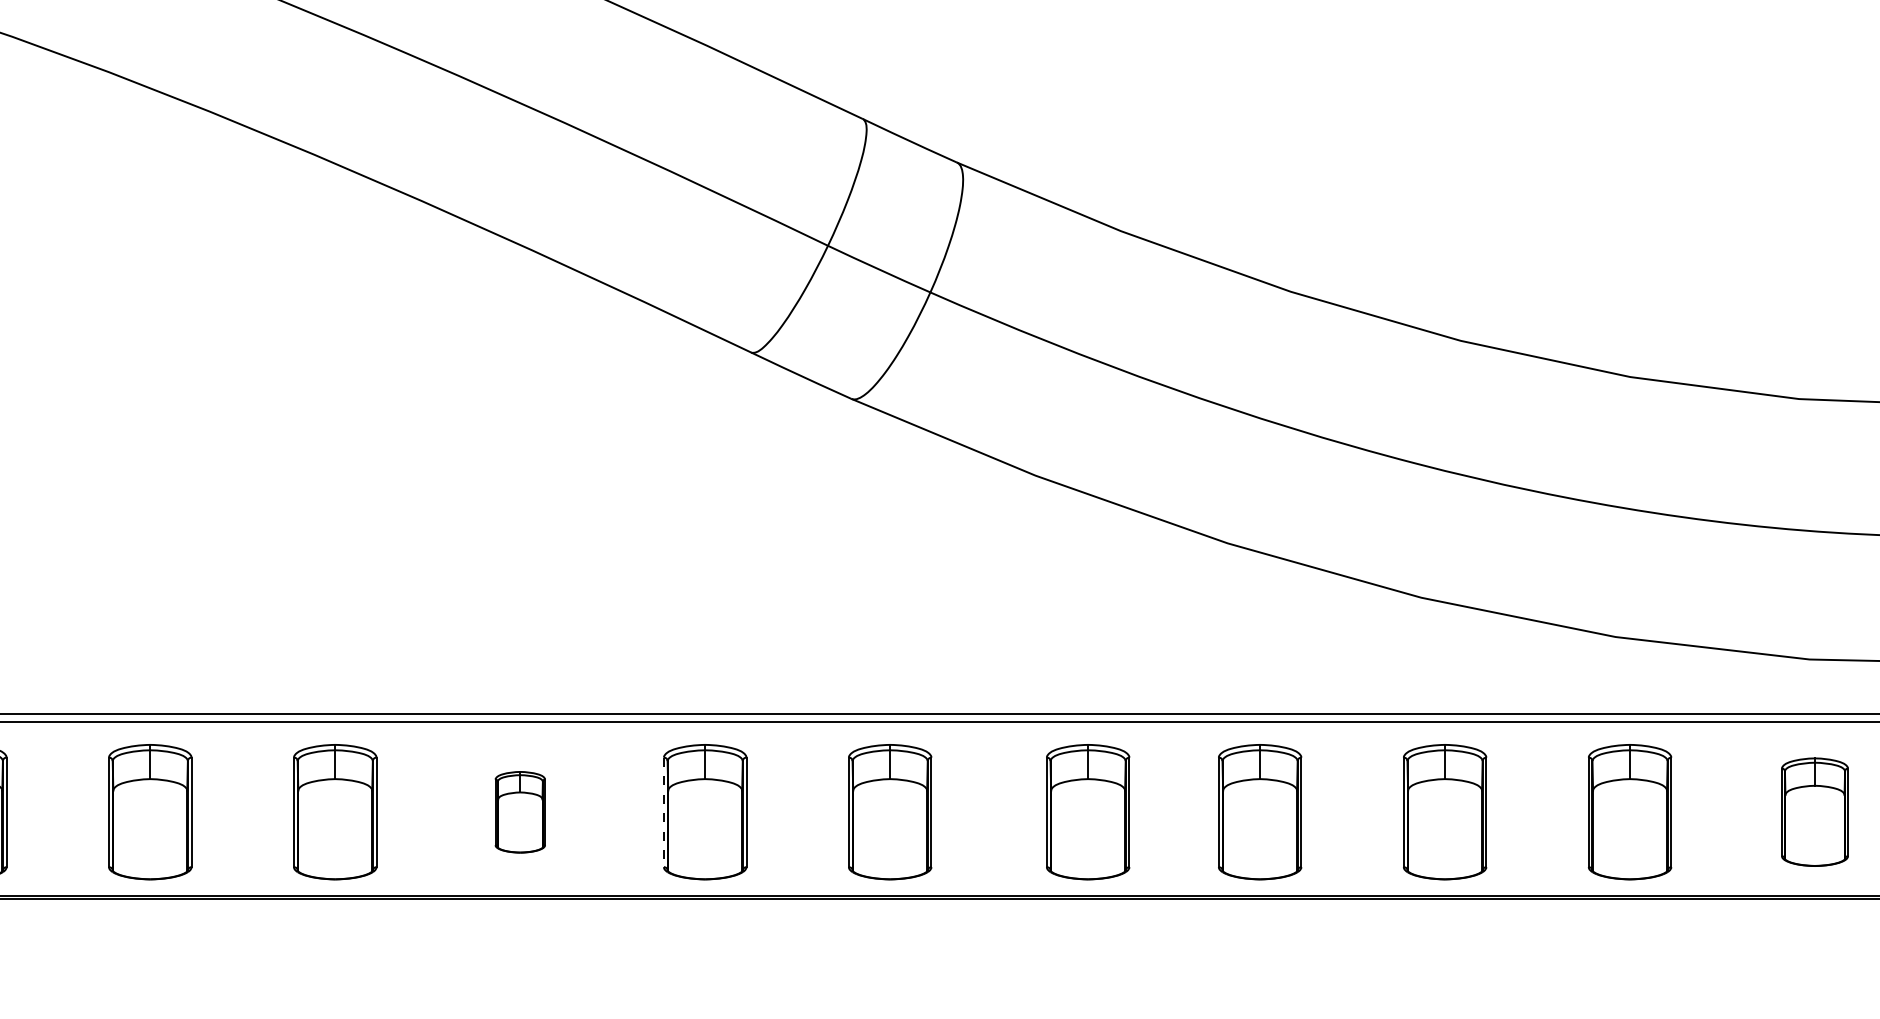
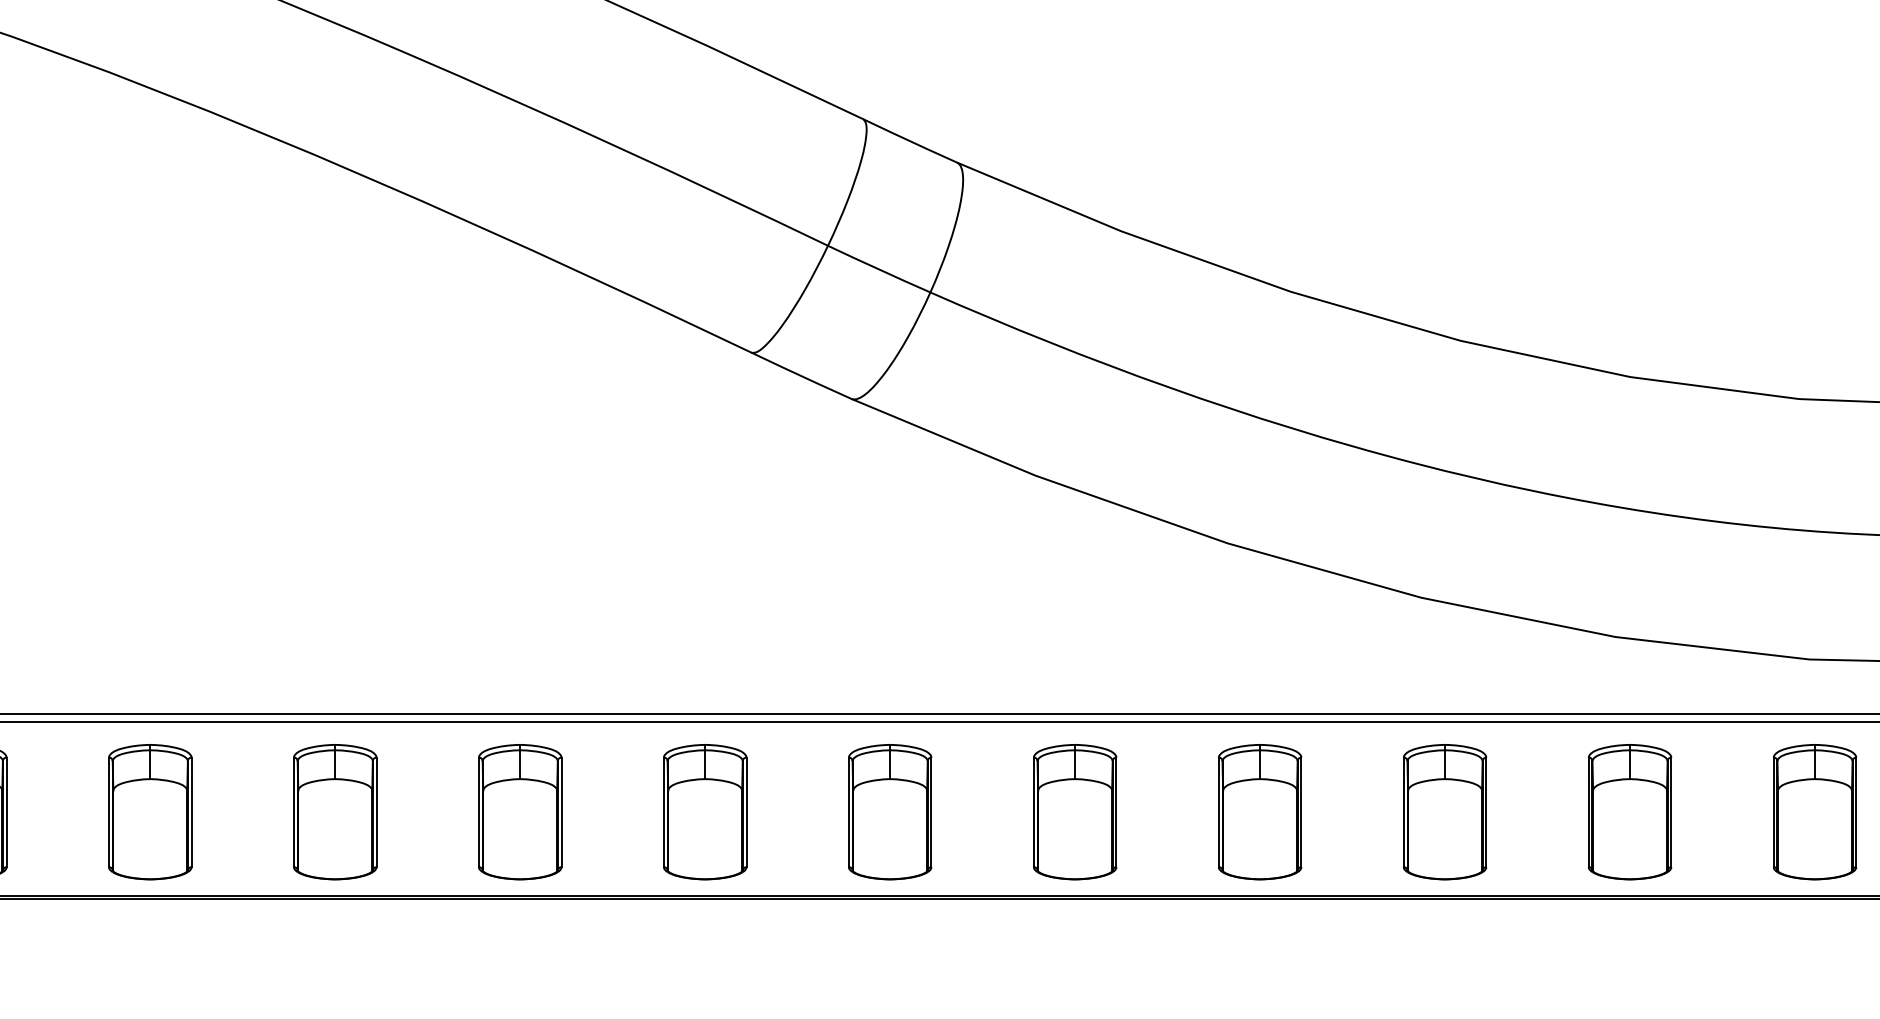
part at (1814, 811) size: 68x110 px -> 86x137 px
part at (519, 812) size: 52x83 px -> 85x137 px
line at (663, 812): dashed -> solid
part at (1088, 812) position: (1088, 812) -> (1075, 812)
